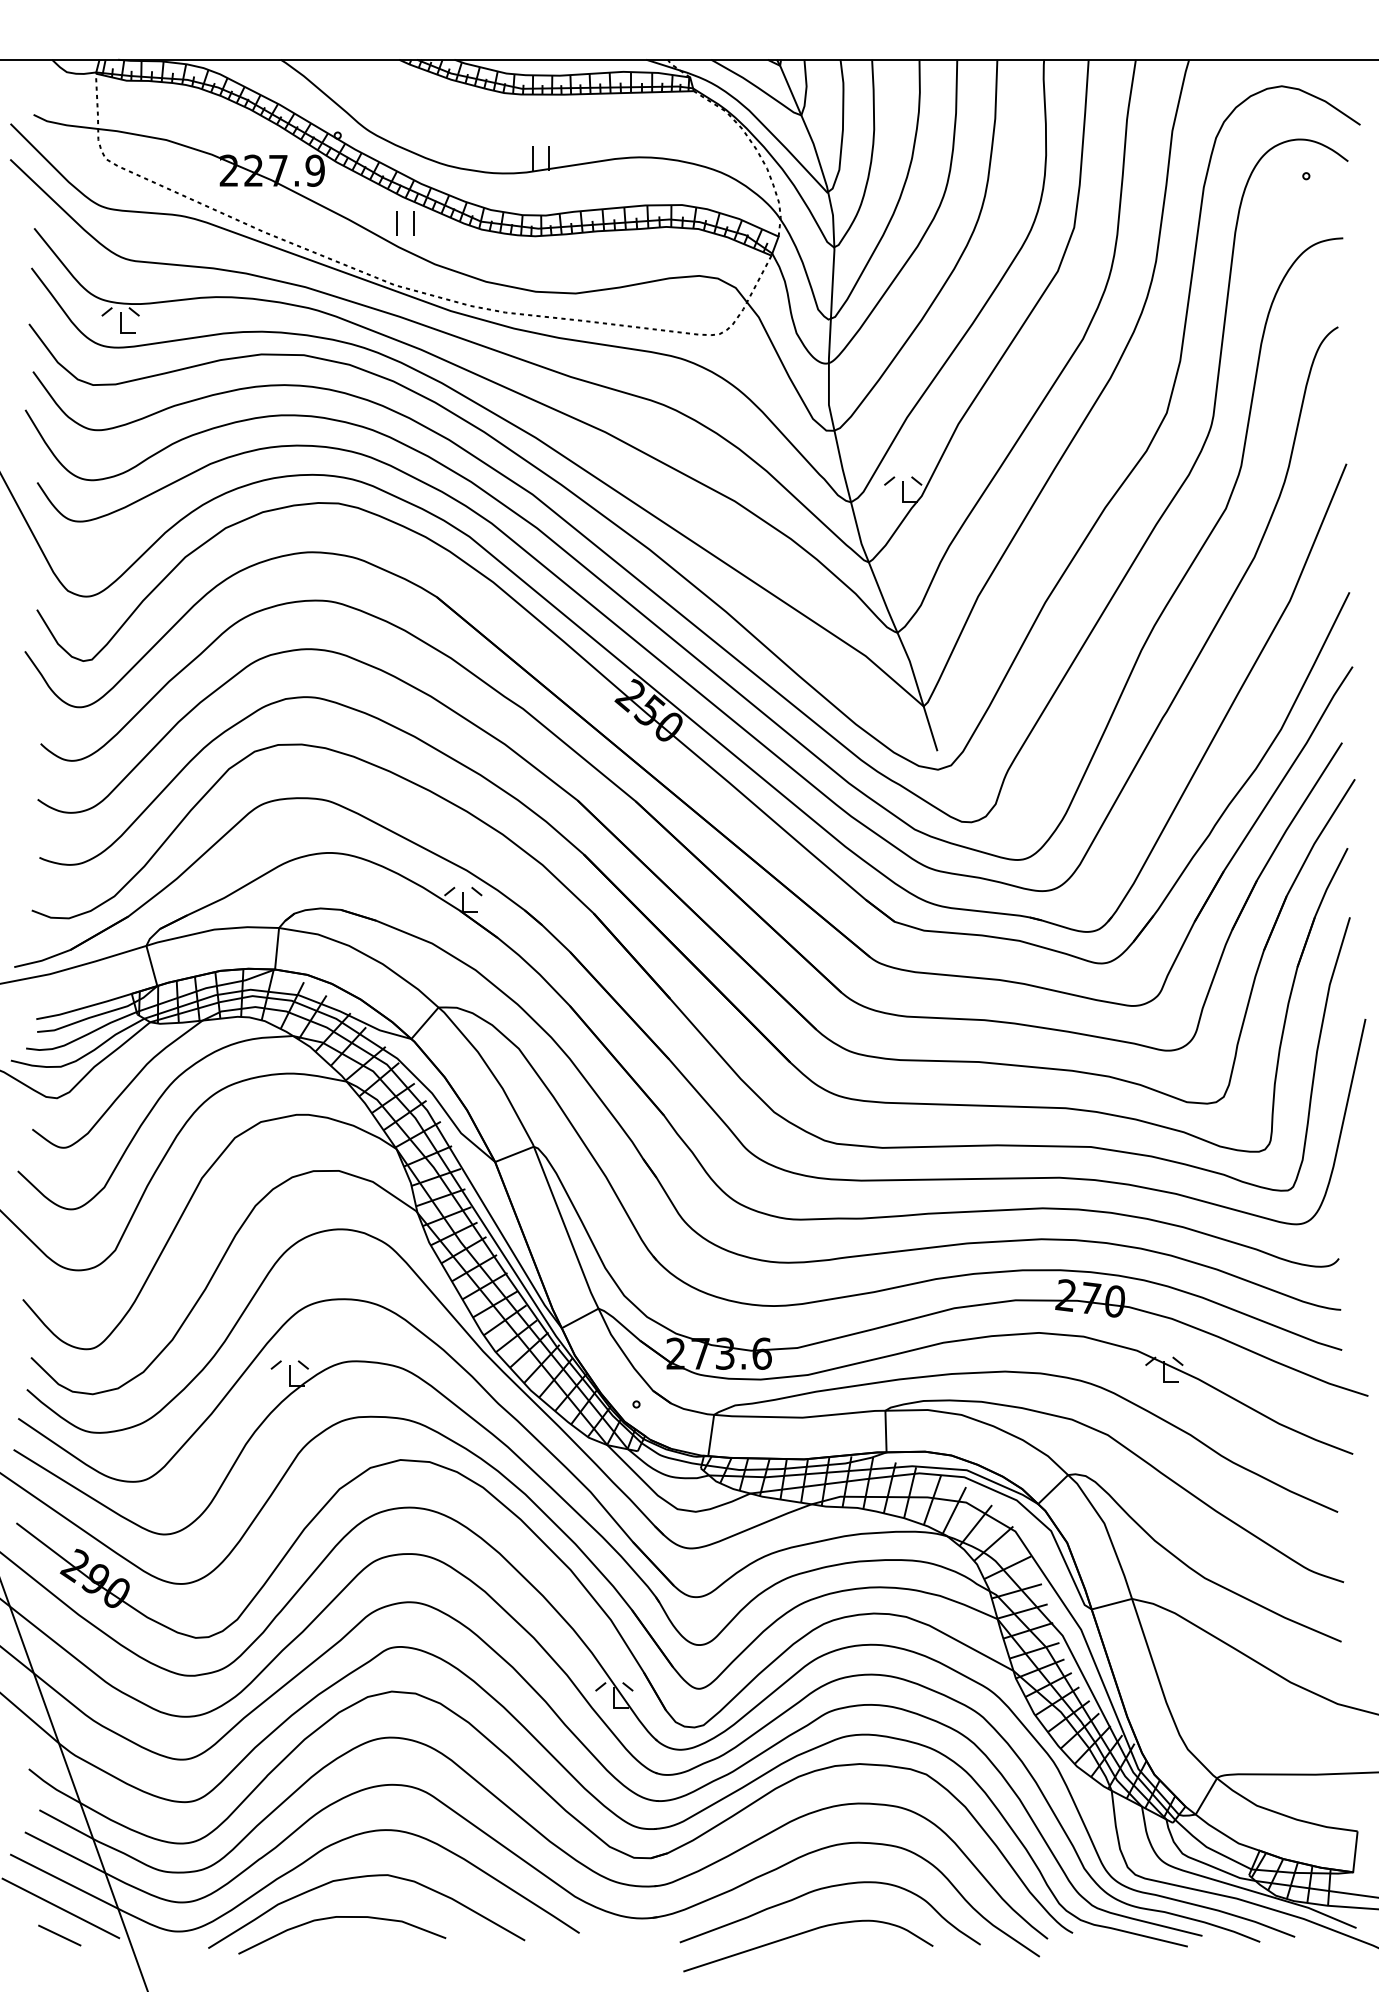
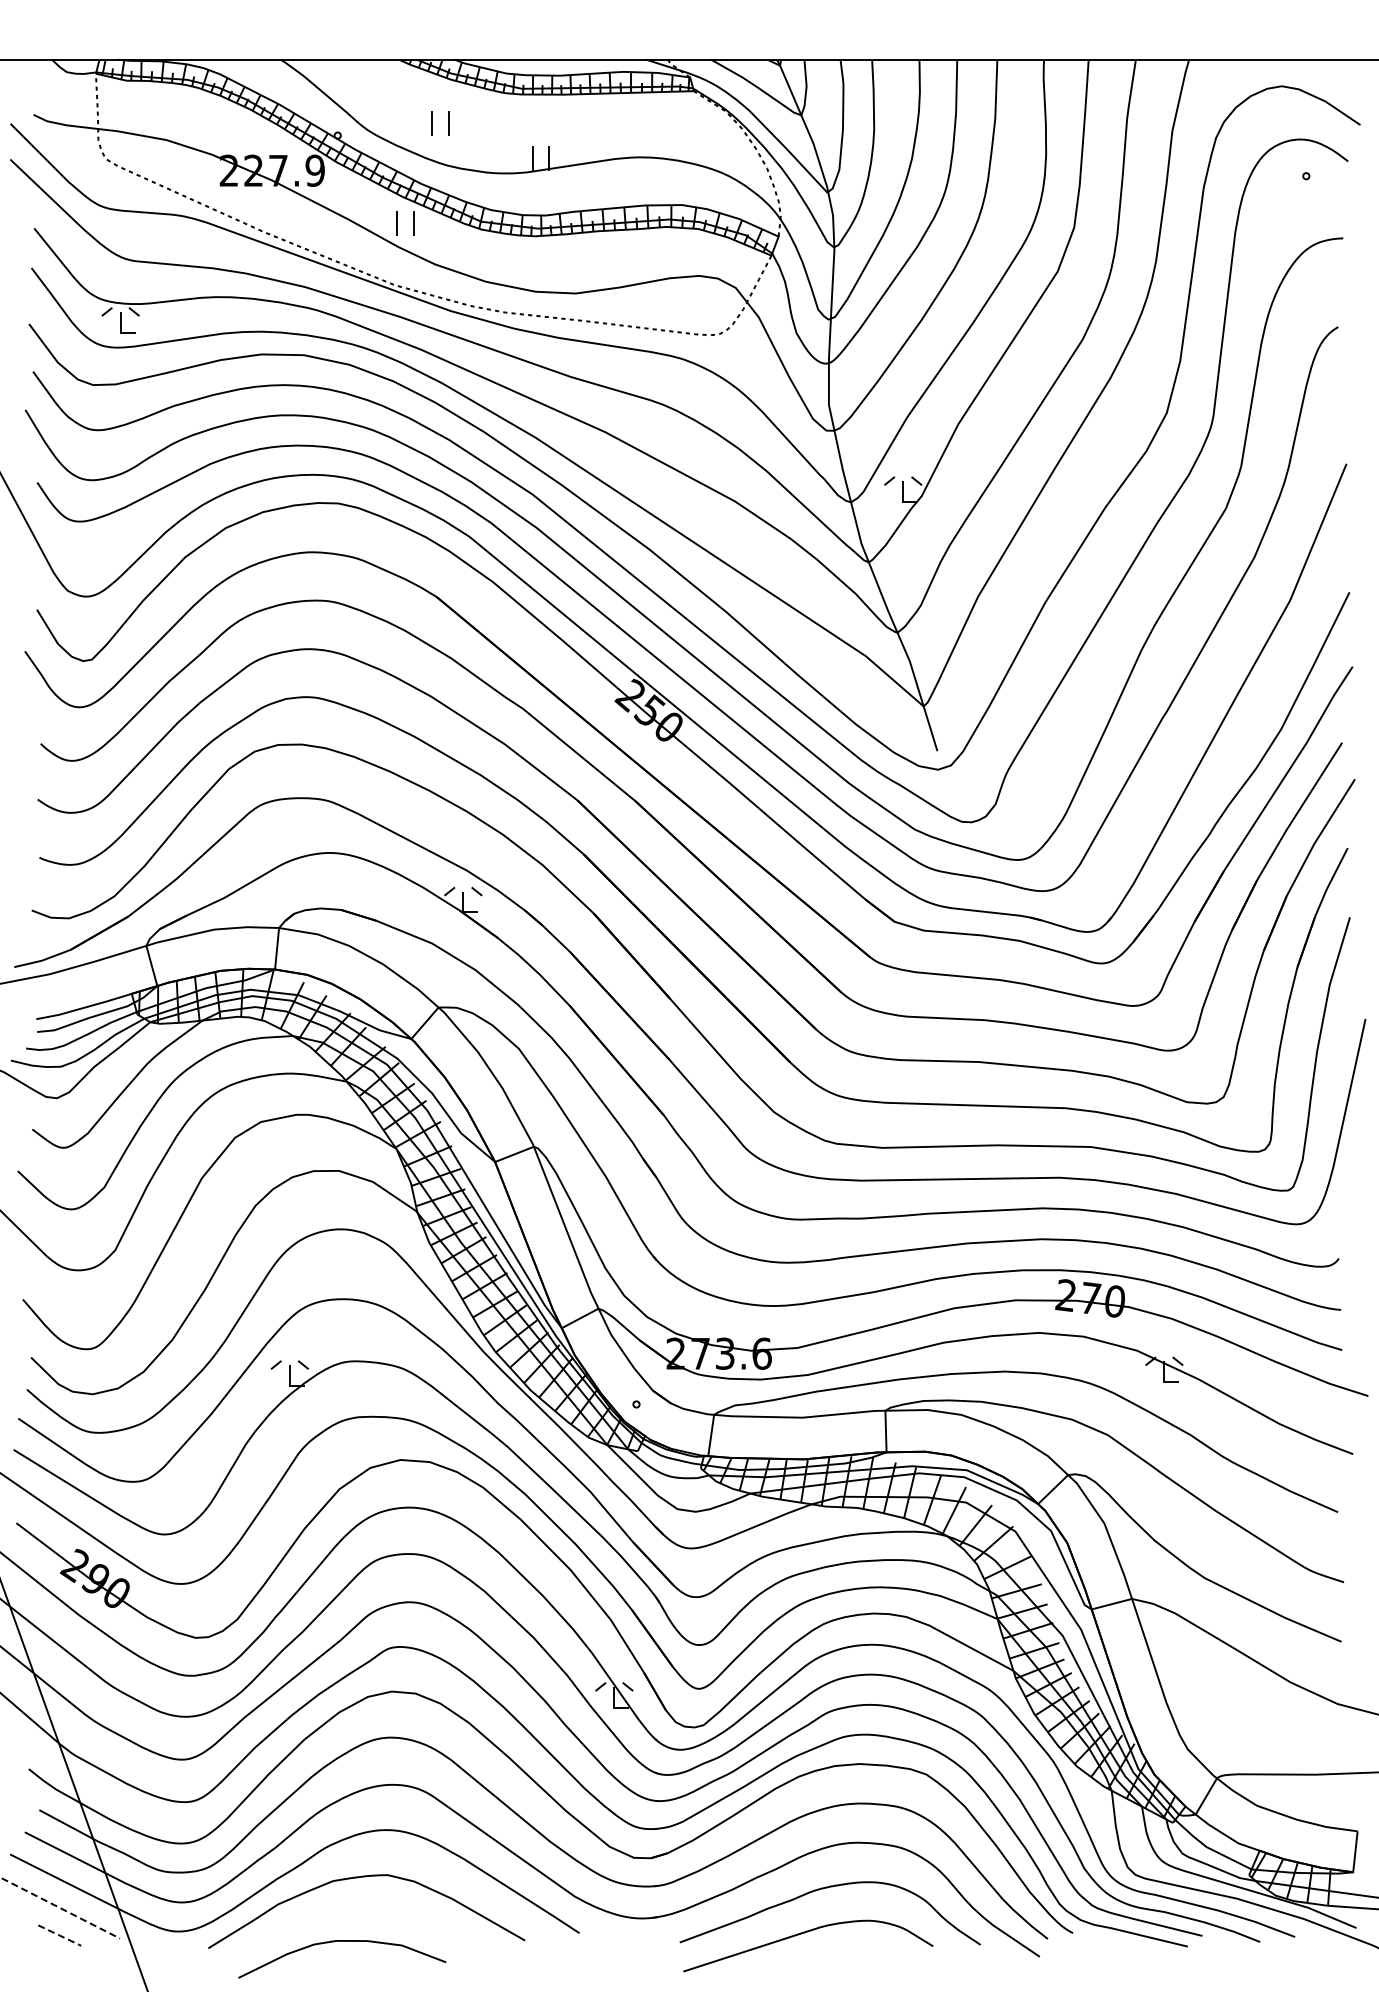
part at (432, 123): none -> present
line at (61, 1908): solid -> dashed
curve at (342, 1917) position: (342, 1917) -> (342, 1941)
line at (59, 1935): solid -> dashed
